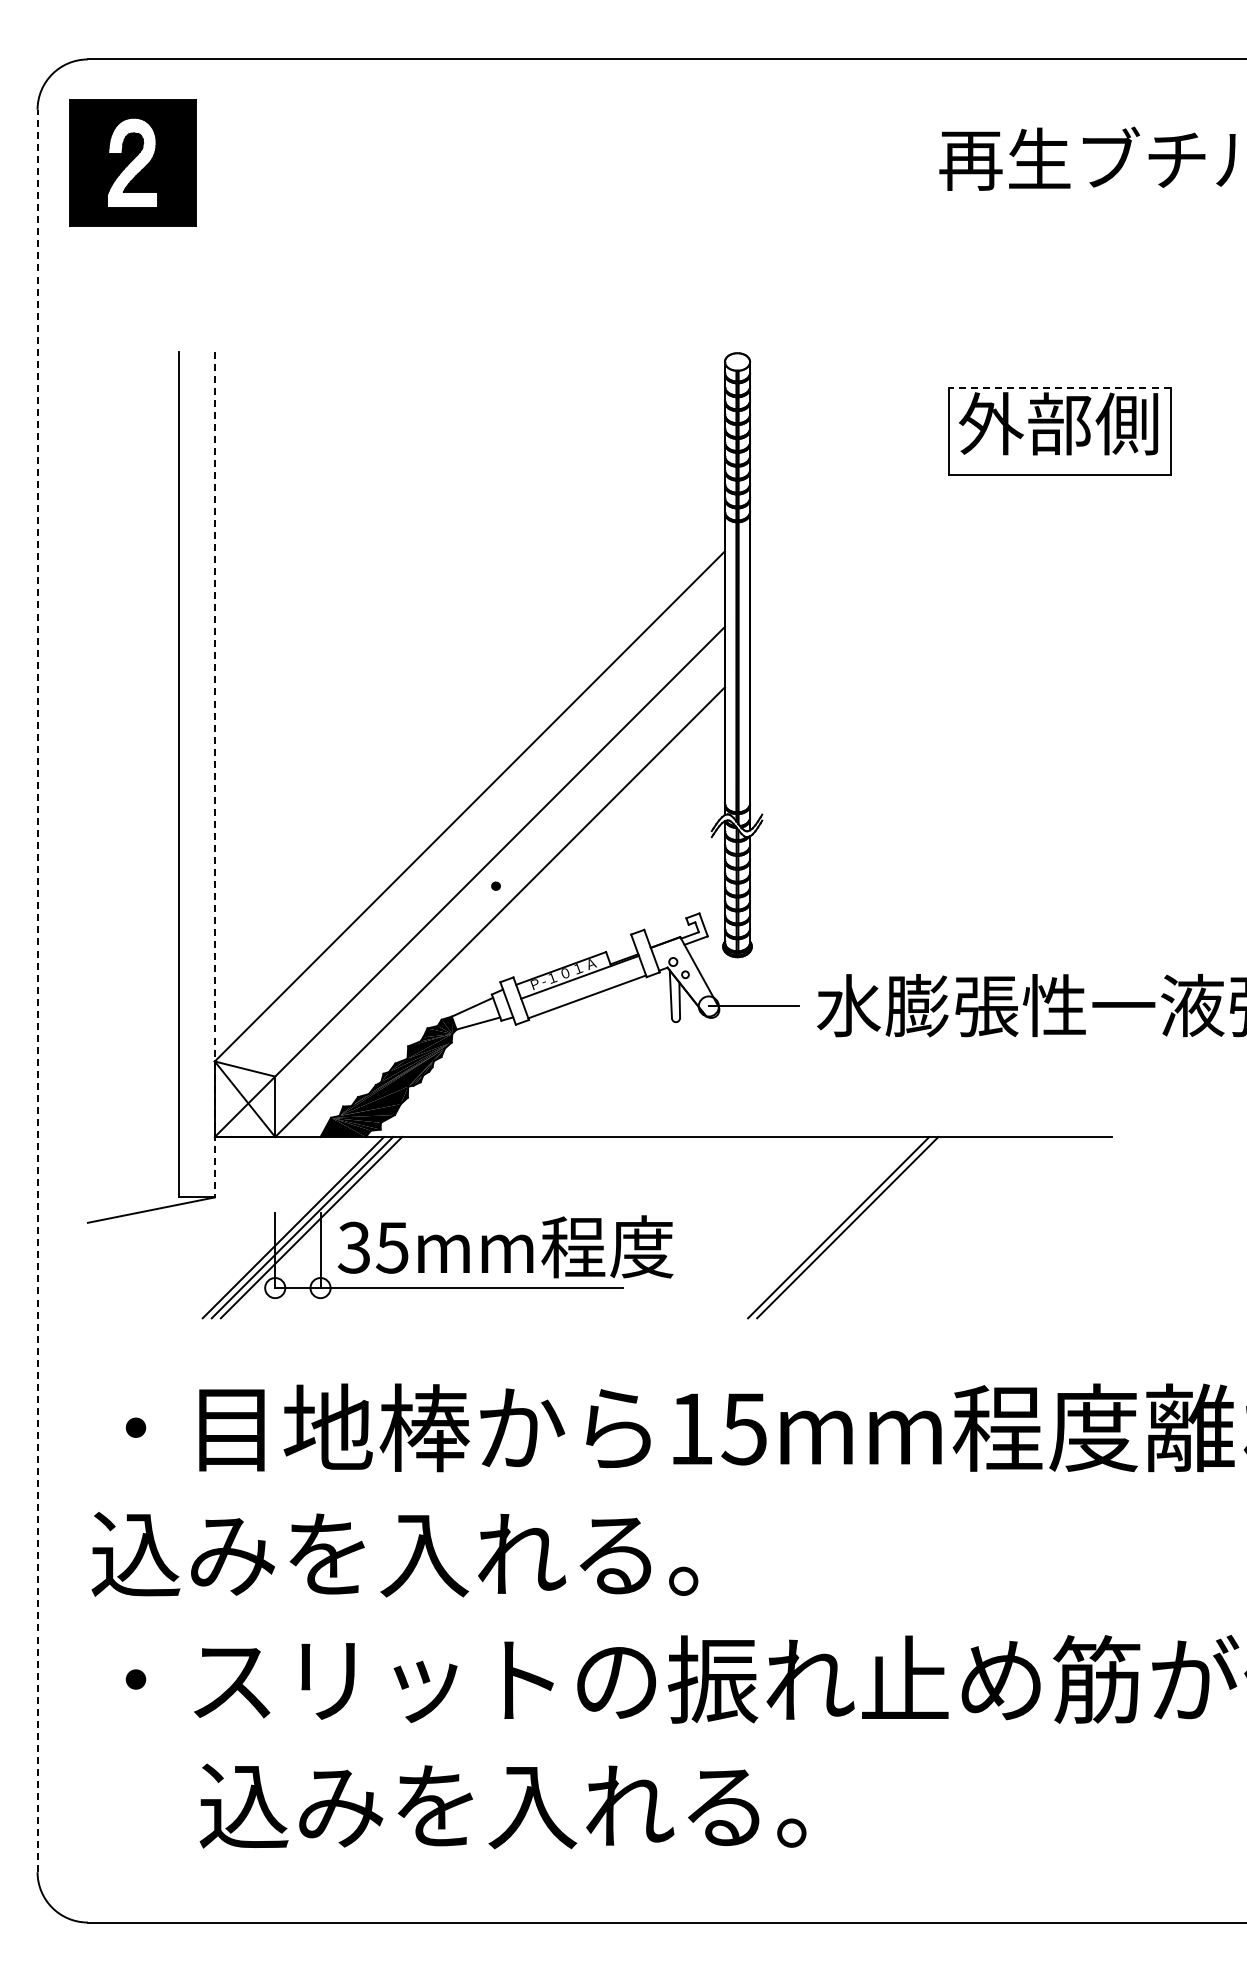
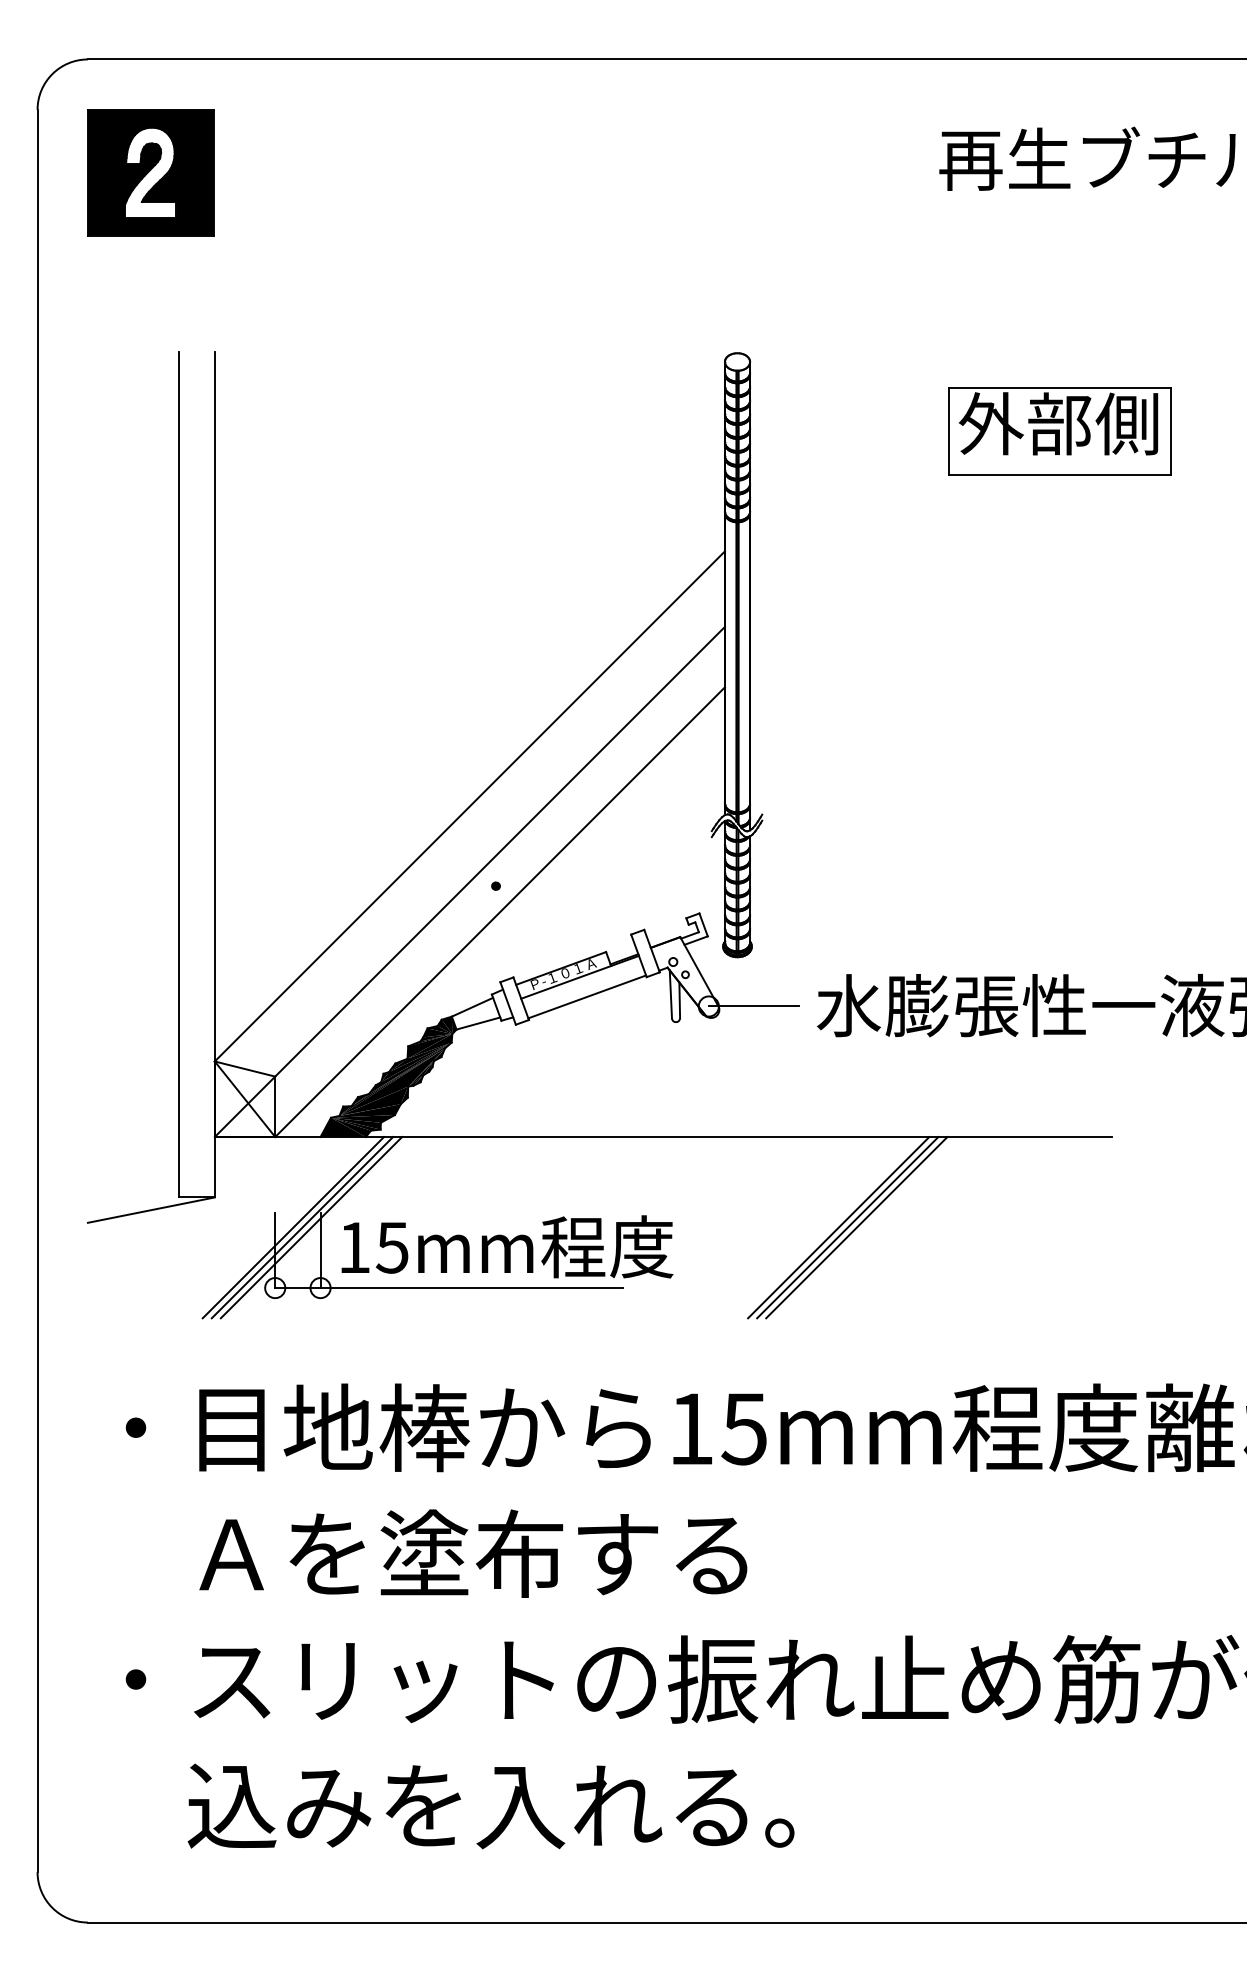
part at (132, 162) position: (132, 162) -> (150, 172)
line at (1059, 387): dashed -> solid
line at (214, 774): dashed -> solid
line at (37, 990): dashed -> solid
line at (856, 1227): none -> present
text at (353, 1247): 35mm -> 15mm
text at (419, 1553): 込みを入れる。 -> Ａを塗布する
text at (502, 1806) position: (502, 1806) -> (490, 1806)
